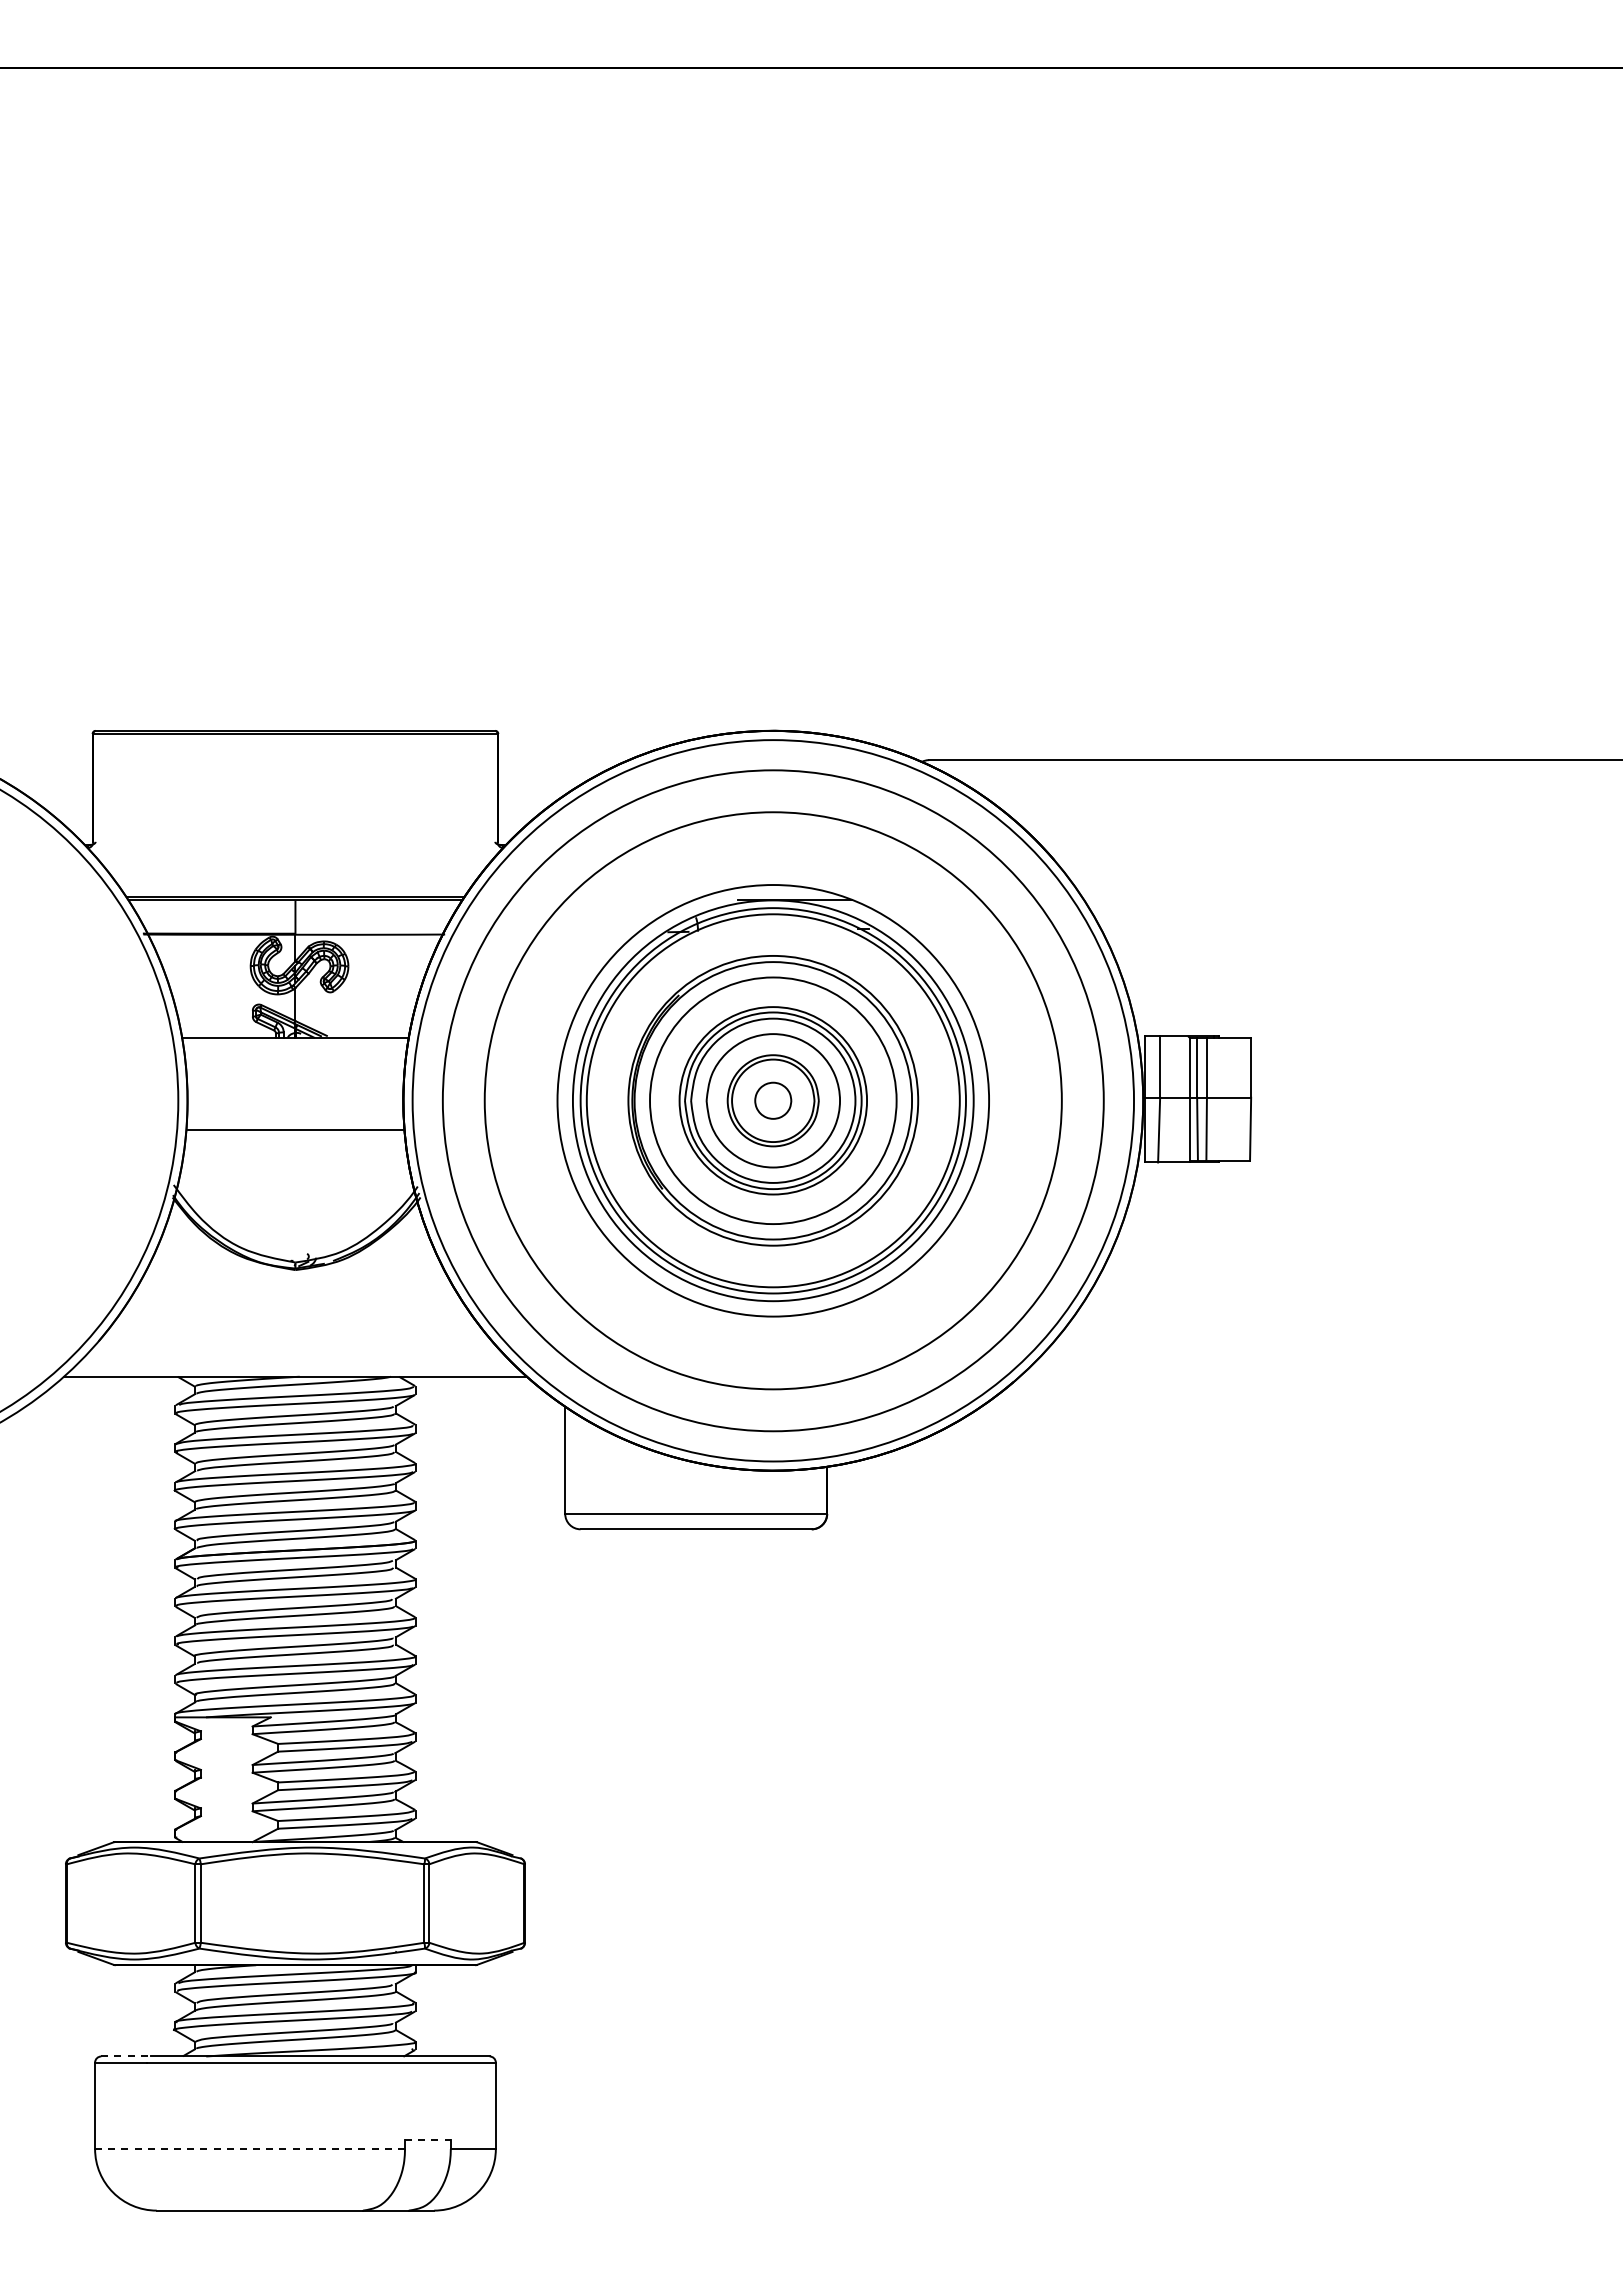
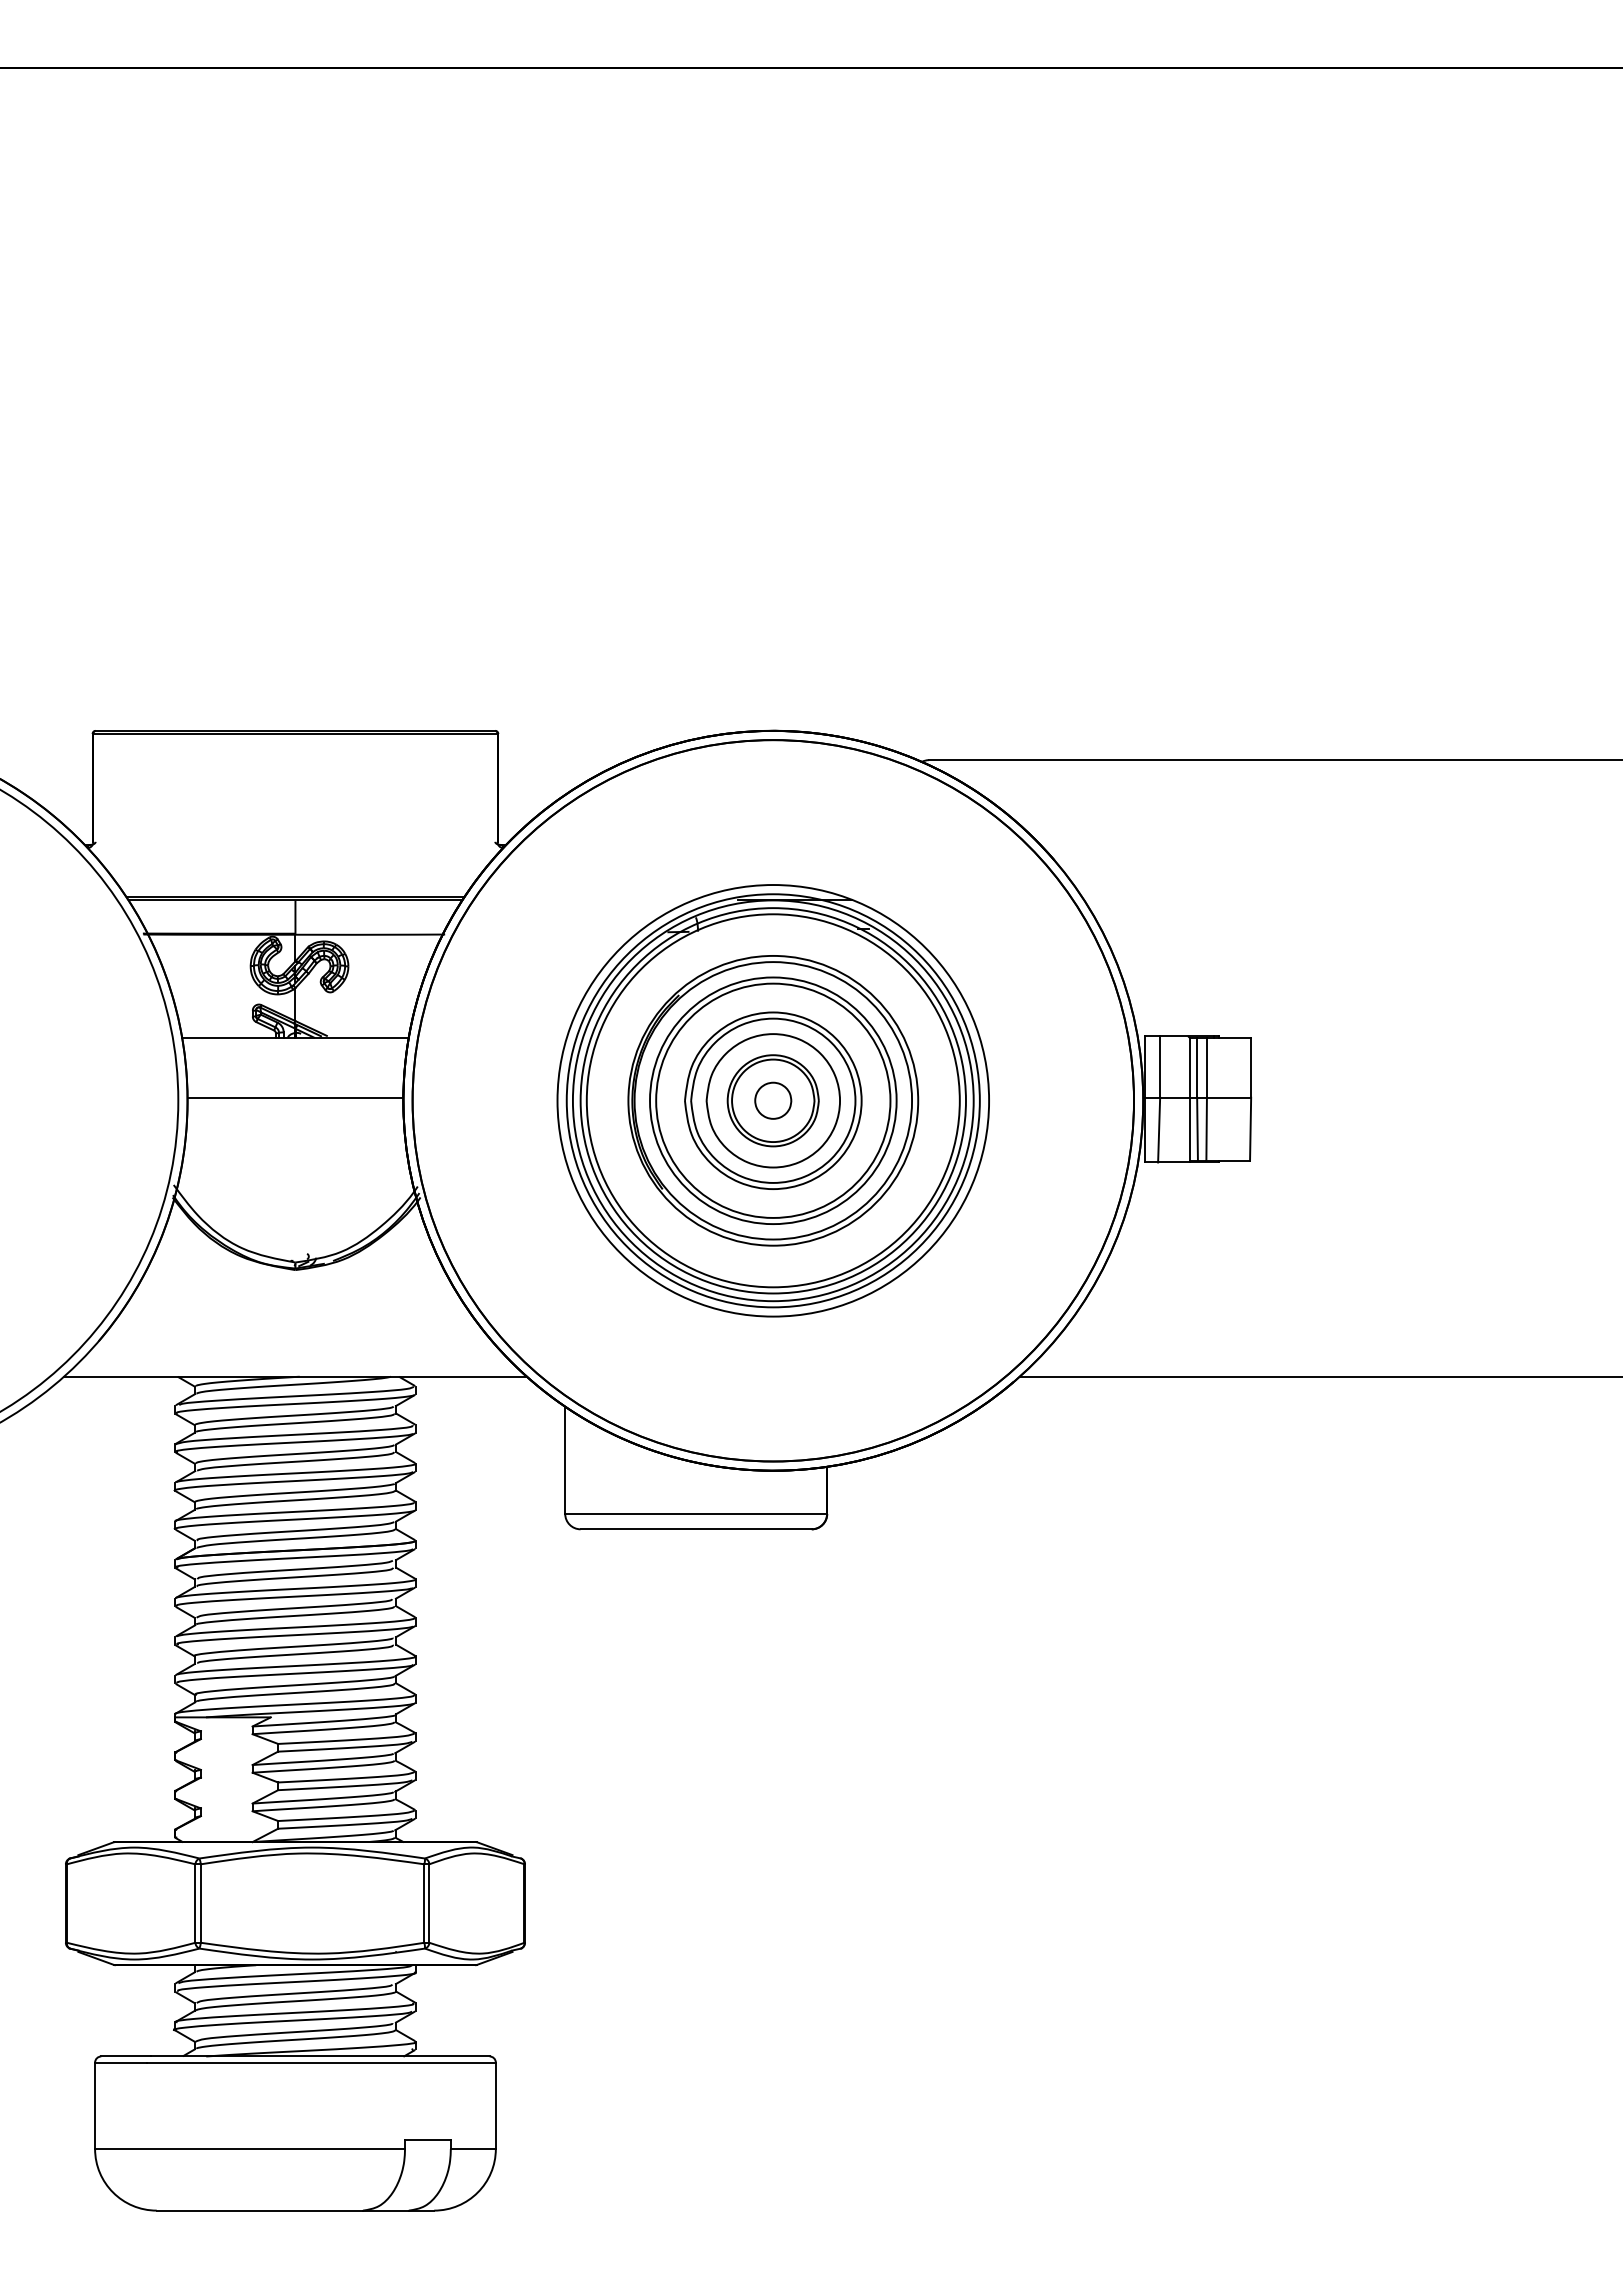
circle at (772, 1100) diameter: 577 px -> 721 px
circle at (772, 1100) diameter: 661 px -> 413 px
circle at (773, 1100) diameter: 187 px -> 234 px
line at (295, 1129) position: (295, 1129) -> (295, 1097)
line at (1319, 1376): none -> present
line at (126, 2056): dashed -> solid
line at (427, 2139): dashed -> solid
line at (250, 2148): dashed -> solid
